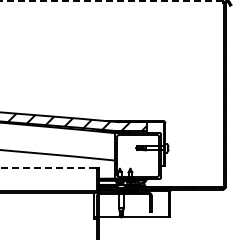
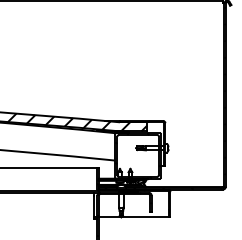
line at (111, 0): dashed -> solid
line at (49, 168): dashed -> solid
